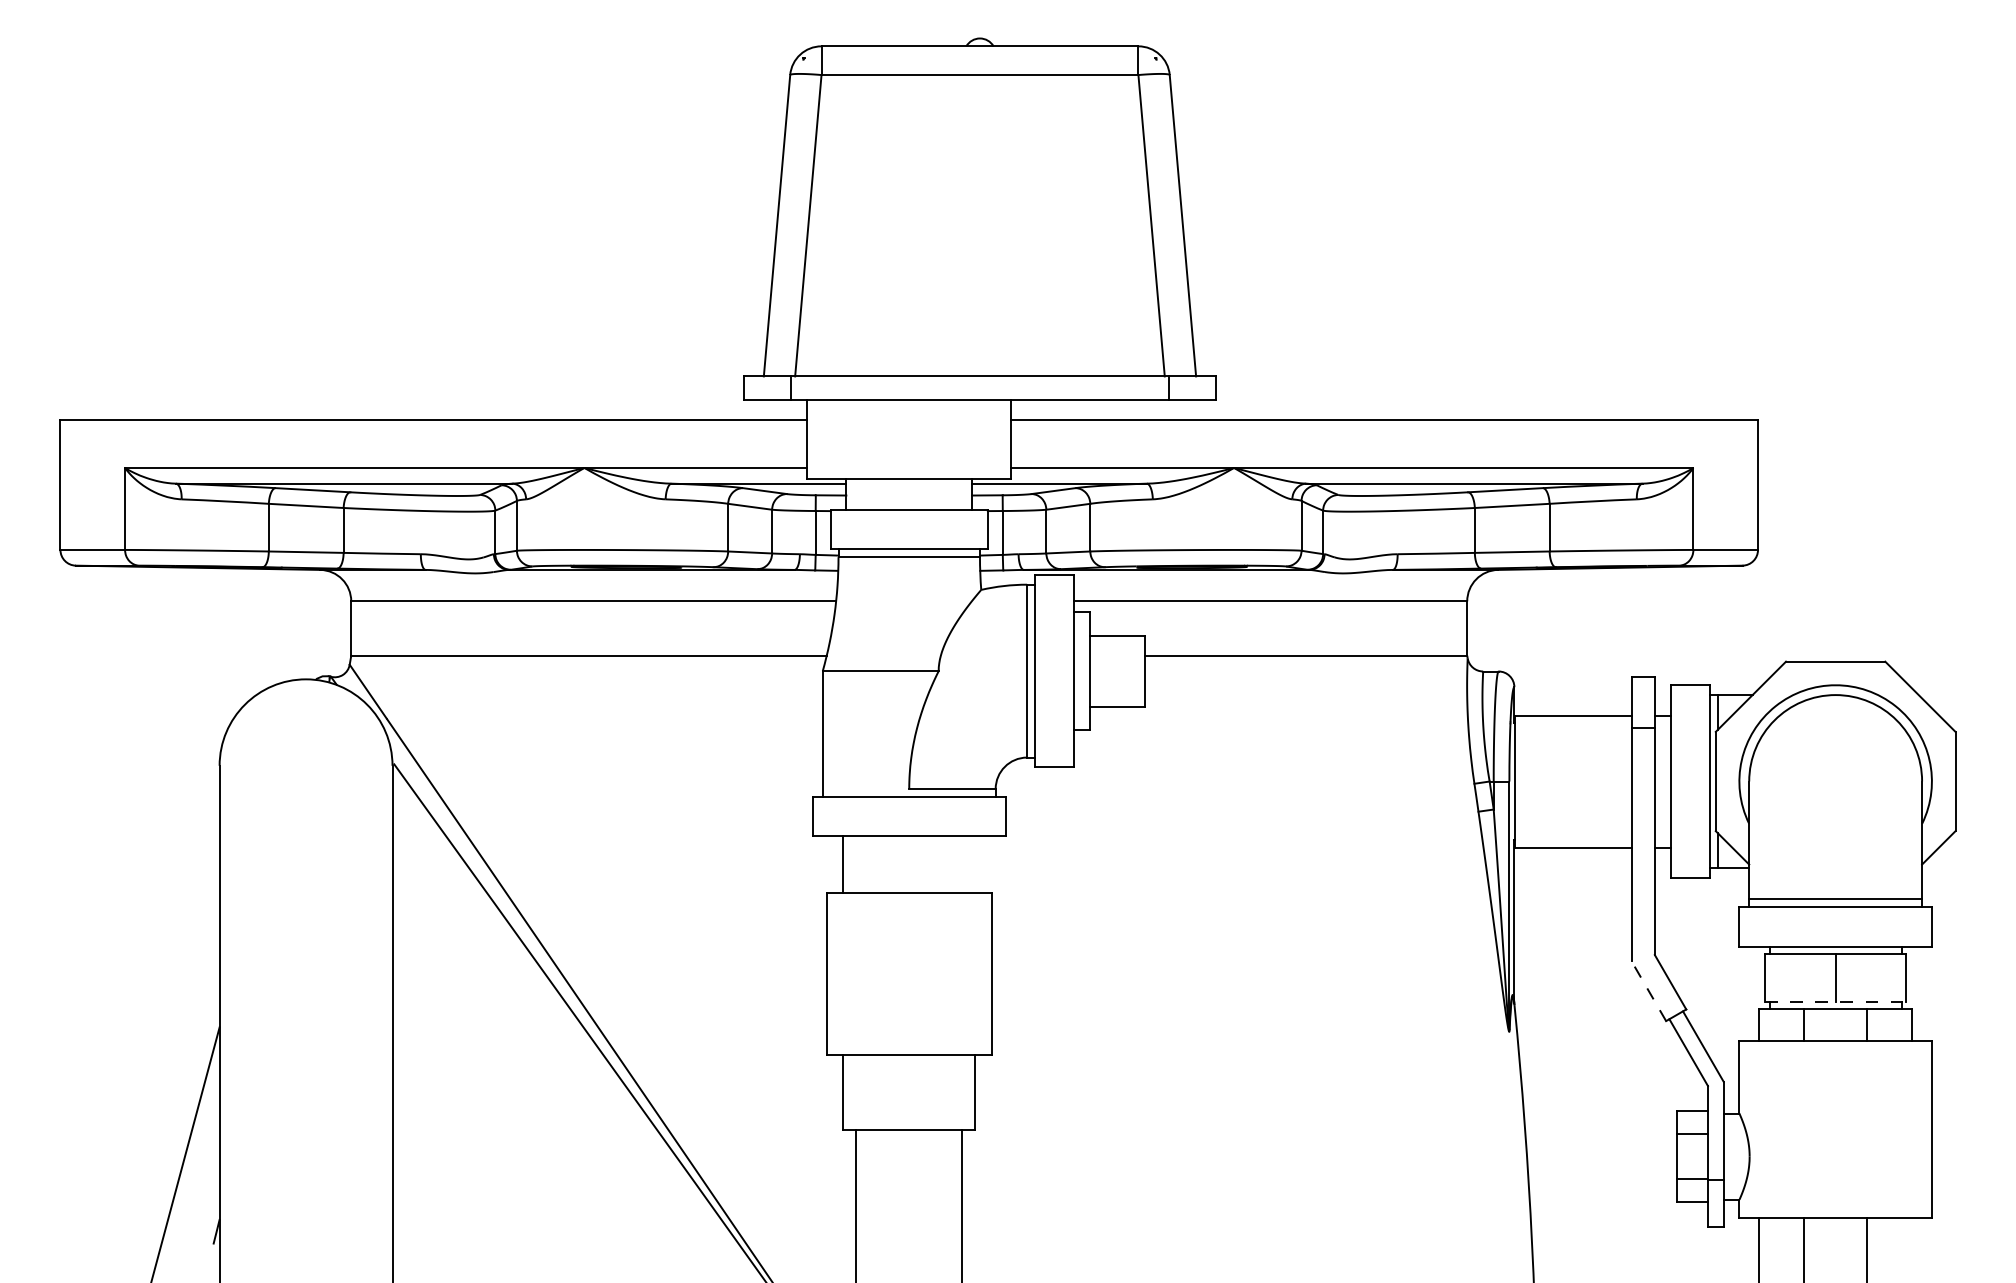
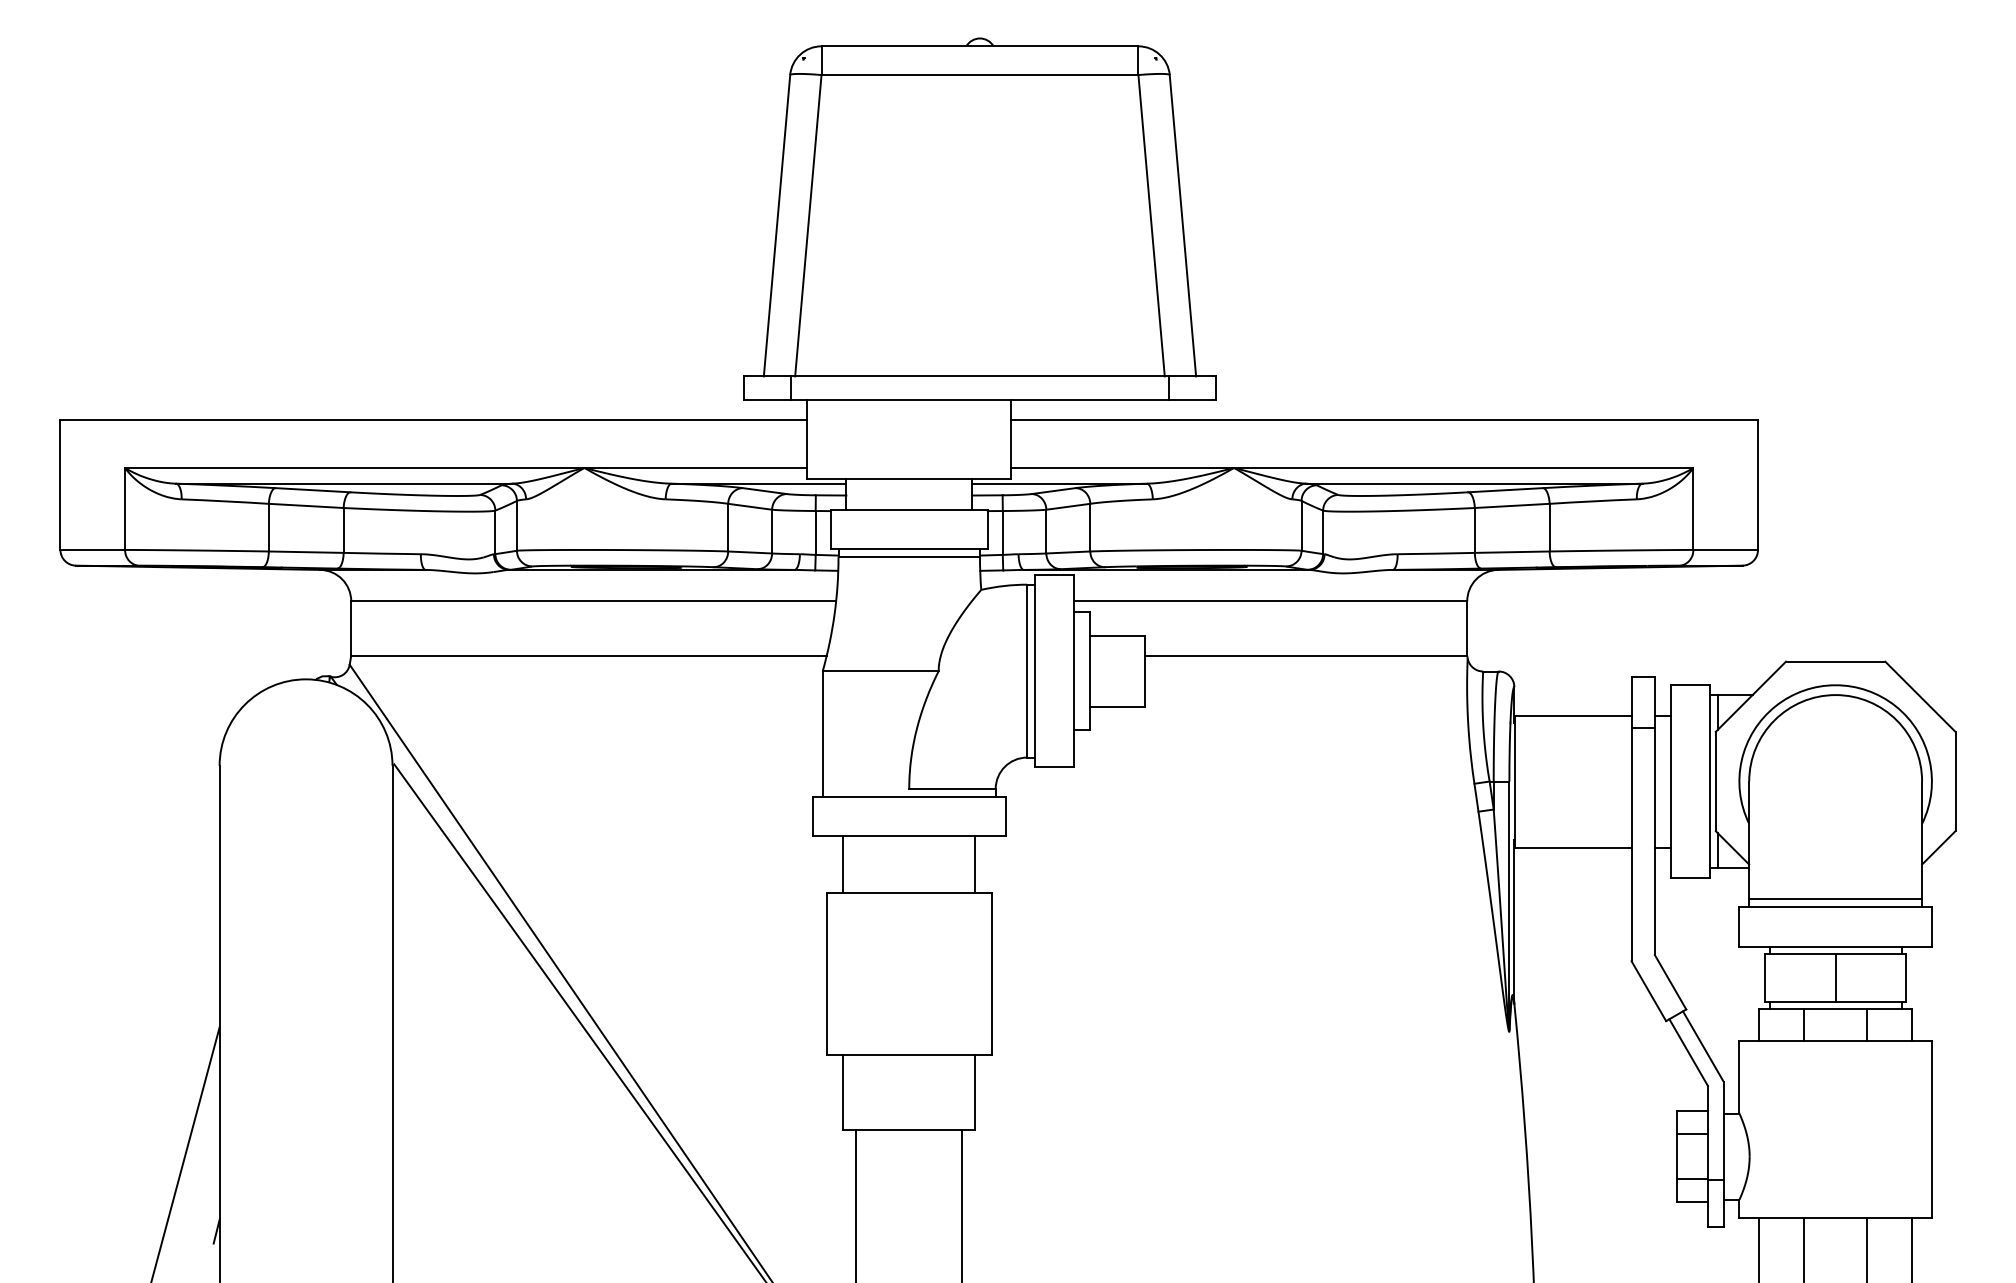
line at (975, 864): none -> present
line at (1648, 991): dashed -> solid
line at (1835, 1001): dashed -> solid
line at (1912, 1248): none -> present
